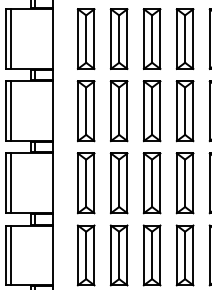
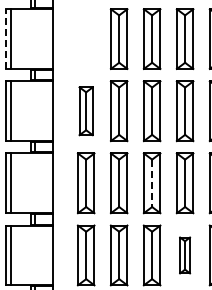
part at (85, 38): present -> none
line at (5, 39): solid -> dashed
part at (85, 111) size: 20x63 px -> 16x51 px
line at (152, 183): solid -> dashed
part at (184, 255) size: 20x63 px -> 13x39 px
